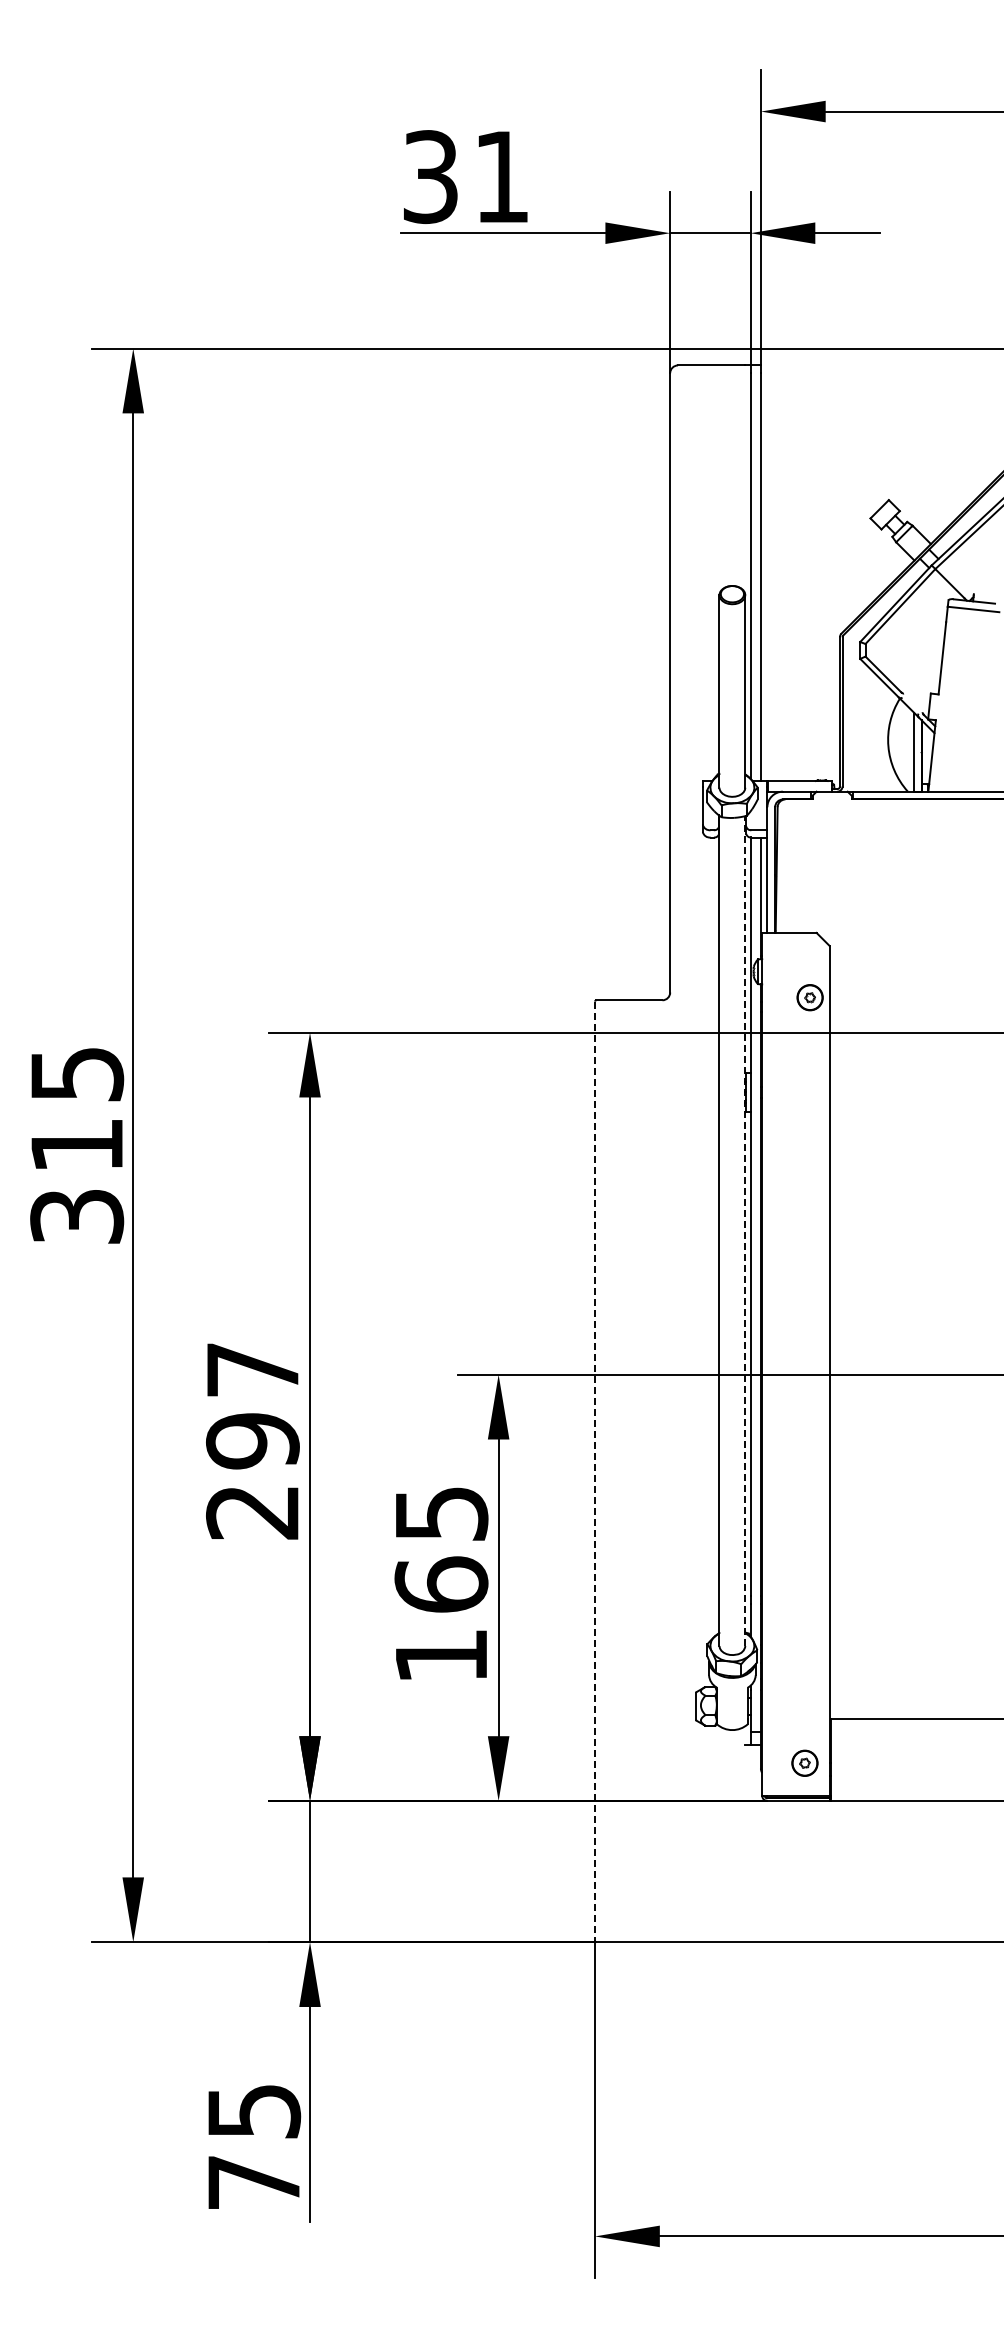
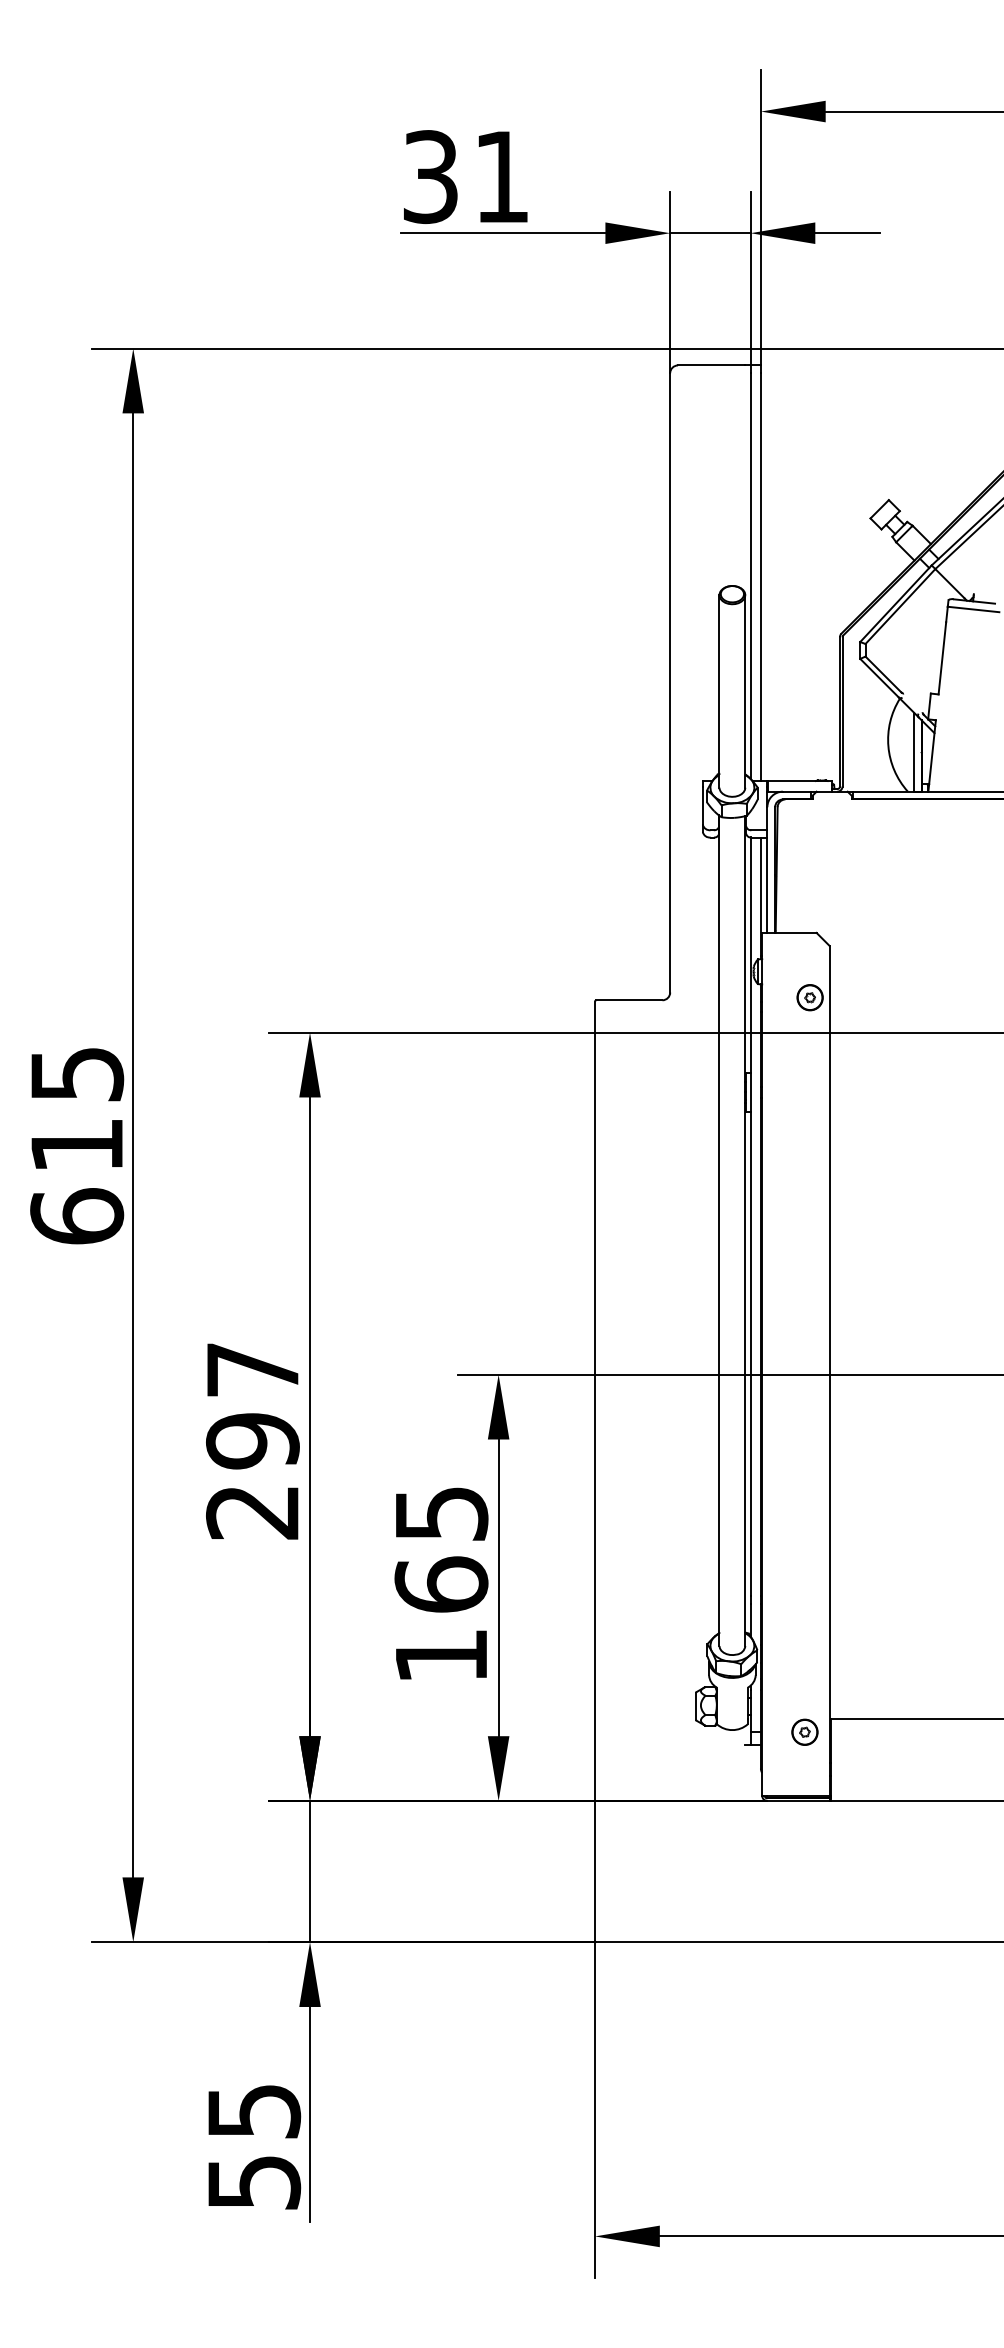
text at (77, 1216): 315 -> 615
line at (745, 1231): dashed -> solid
line at (595, 1471): dashed -> solid
part at (804, 1762) position: (804, 1762) -> (804, 1731)
text at (254, 2182): 75 -> 55
